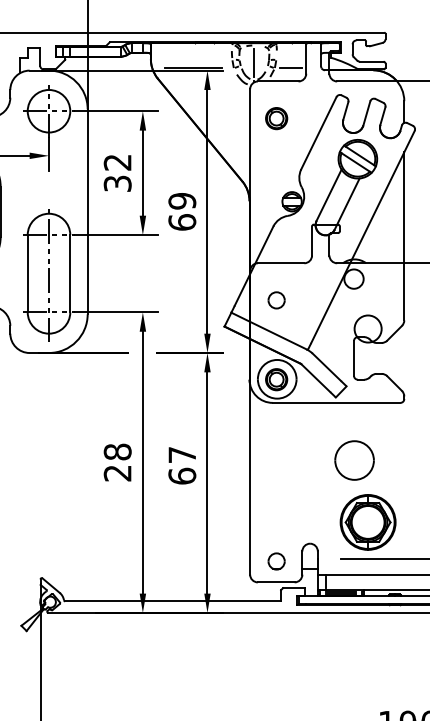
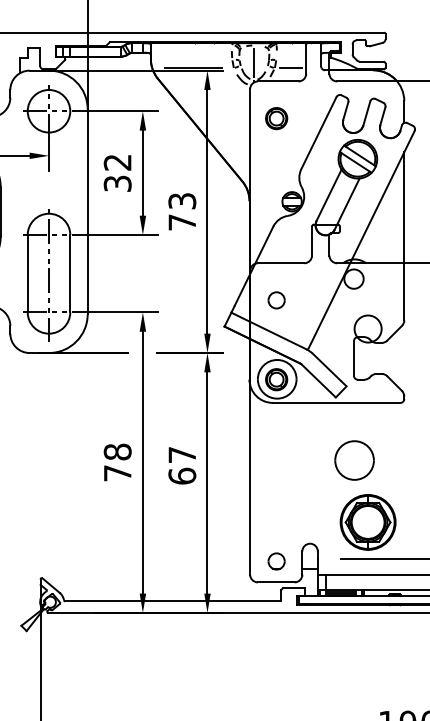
text at (182, 211): 69 -> 73
text at (117, 473): 28 -> 78
